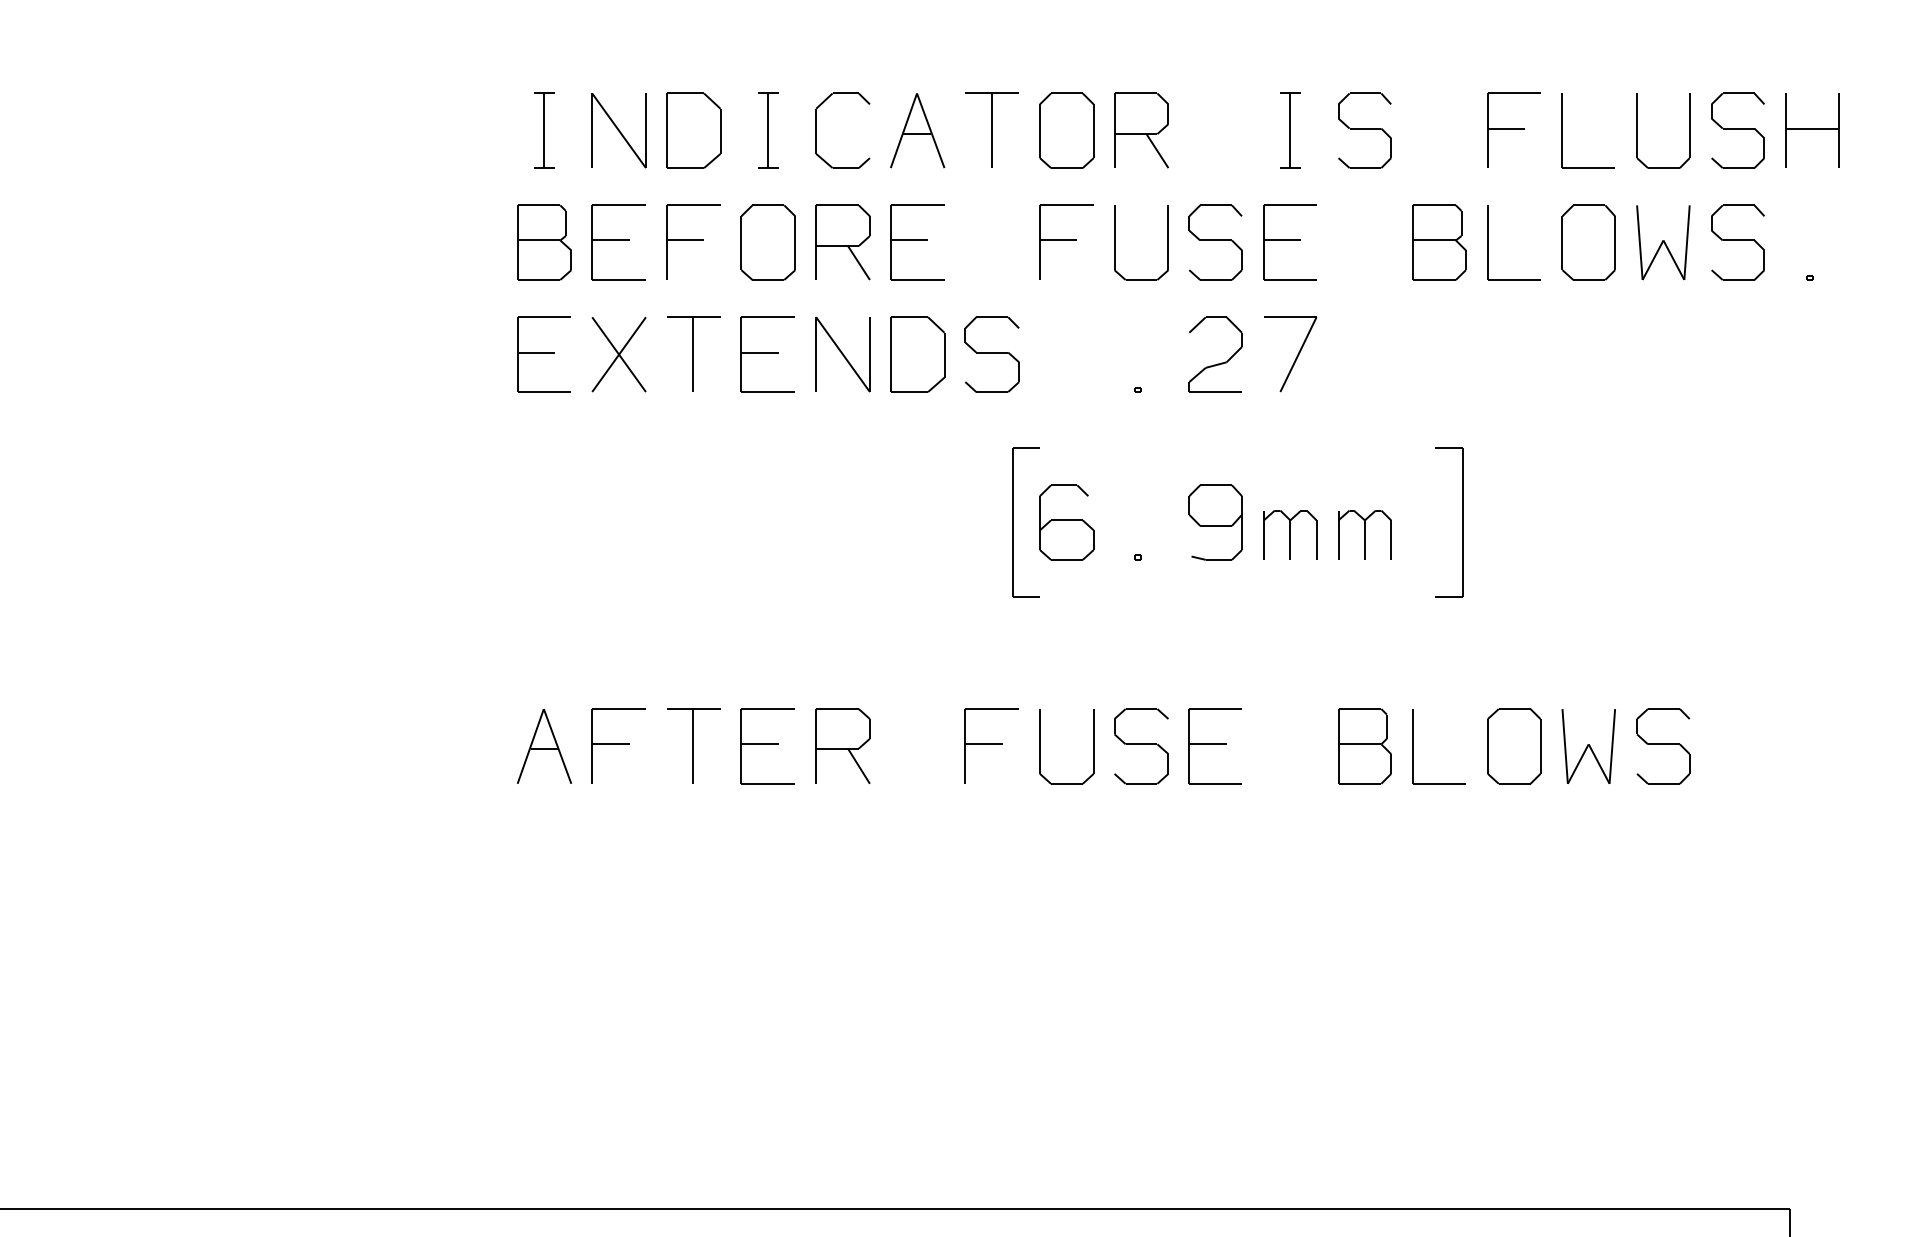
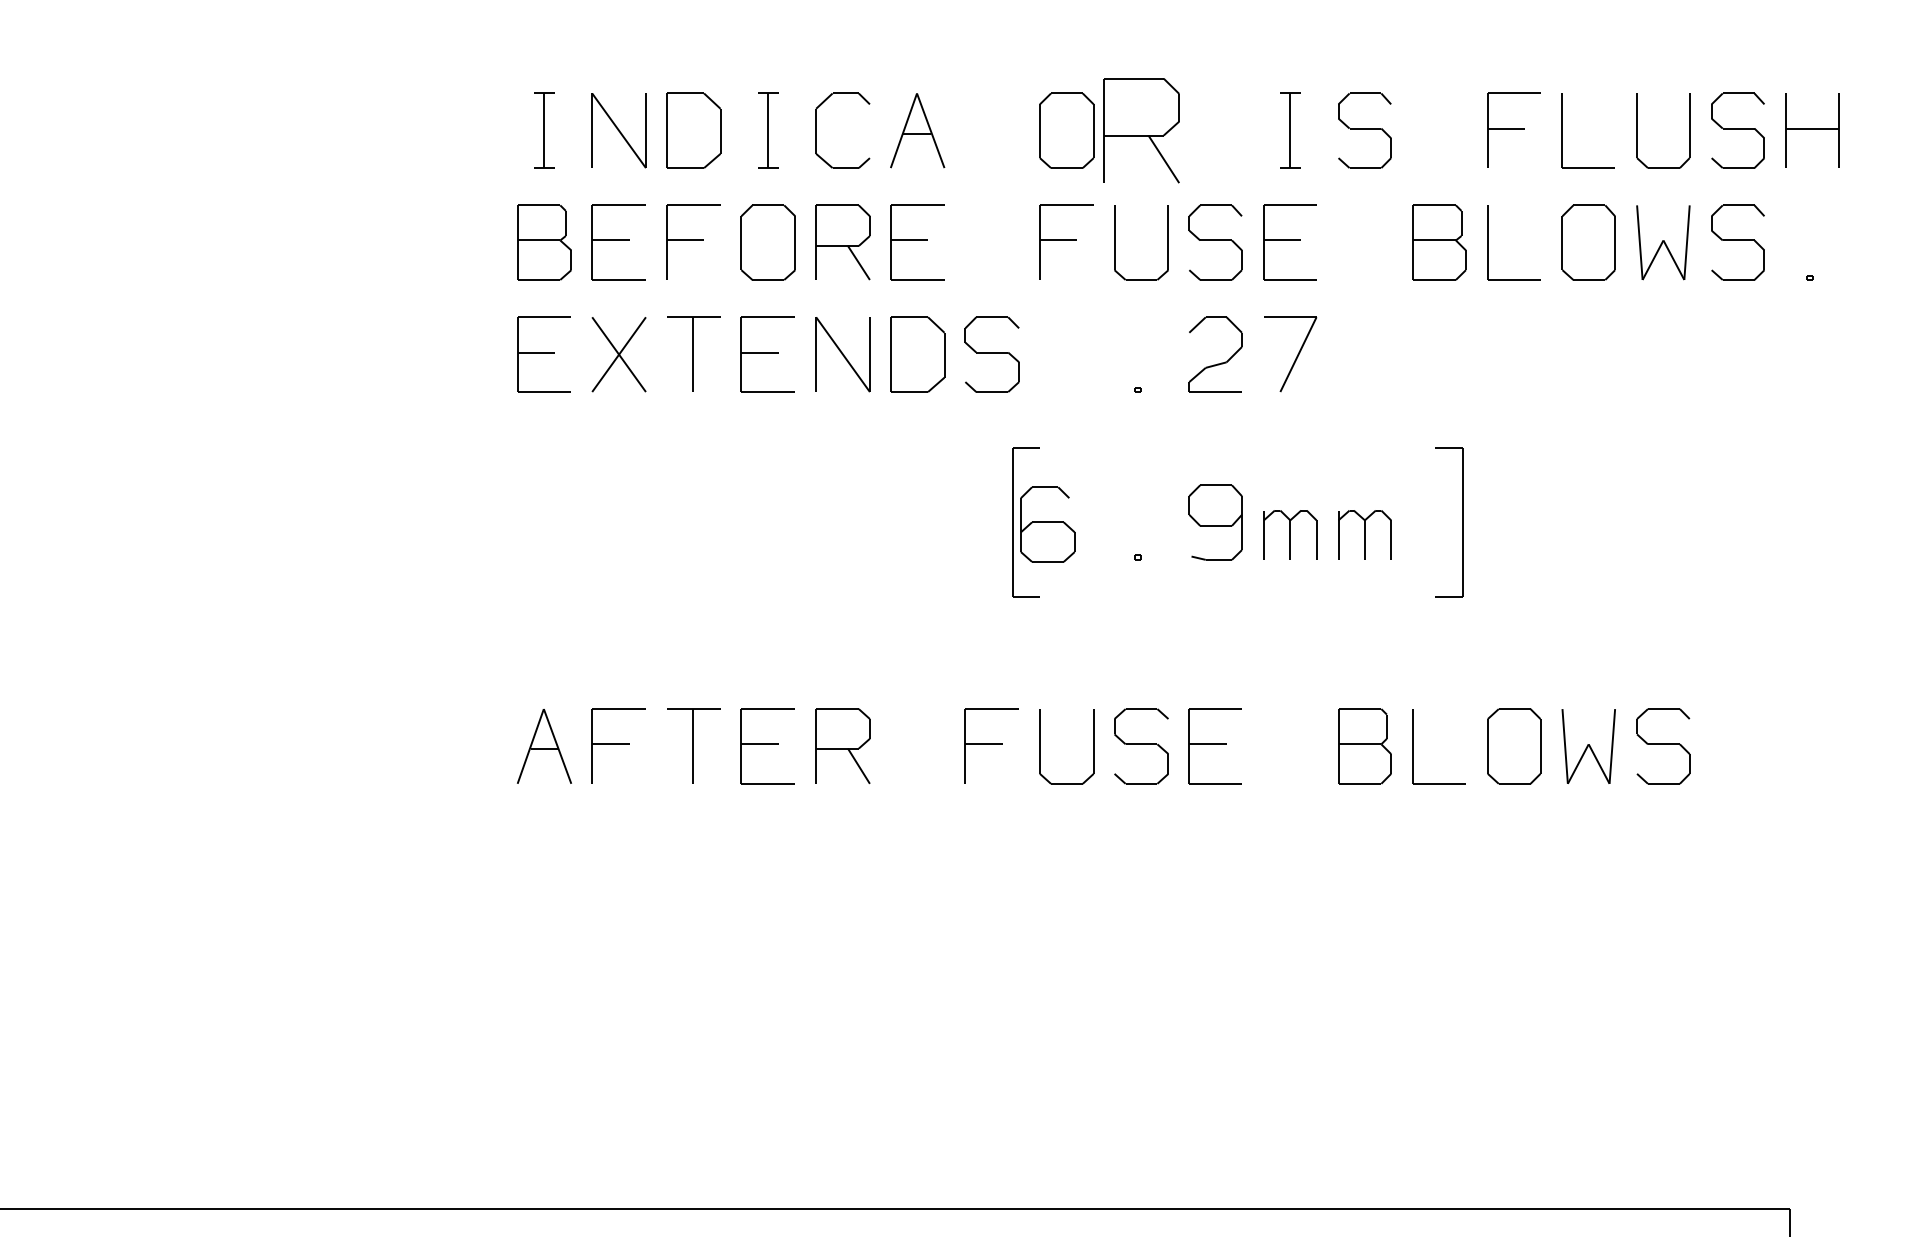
part at (991, 129): present -> none
part at (1141, 130) size: 55x77 px -> 77x106 px
part at (1066, 522) position: (1066, 522) -> (1047, 524)
